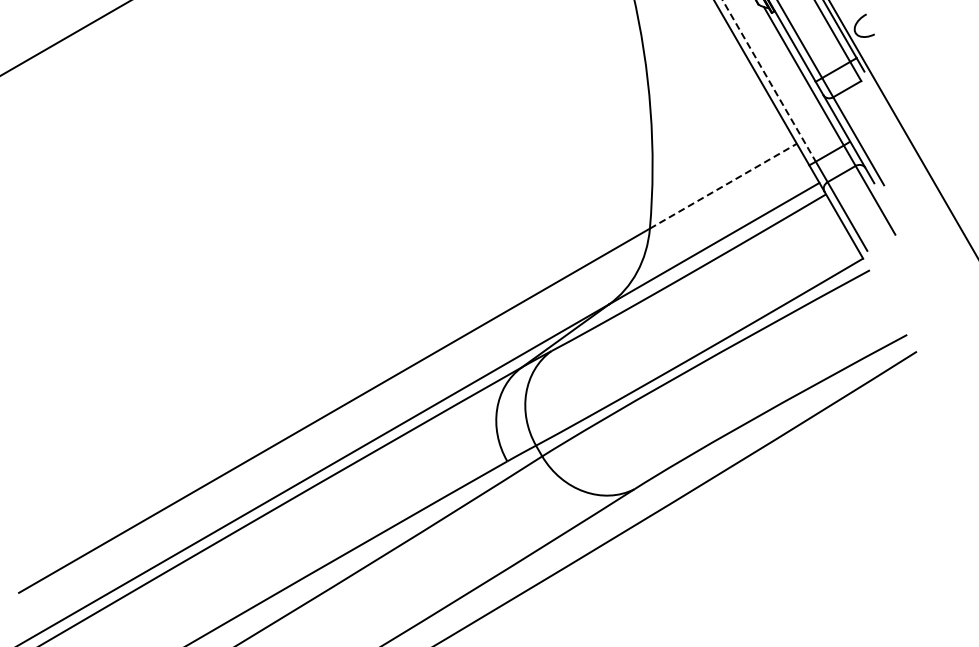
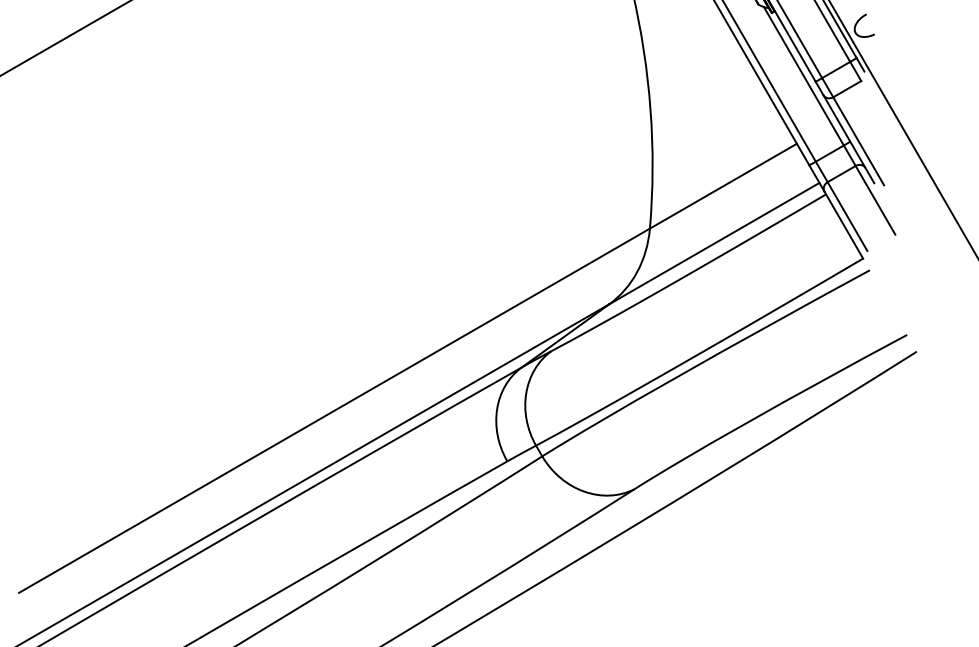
line at (769, 81): dashed -> solid
line at (723, 186): dashed -> solid
